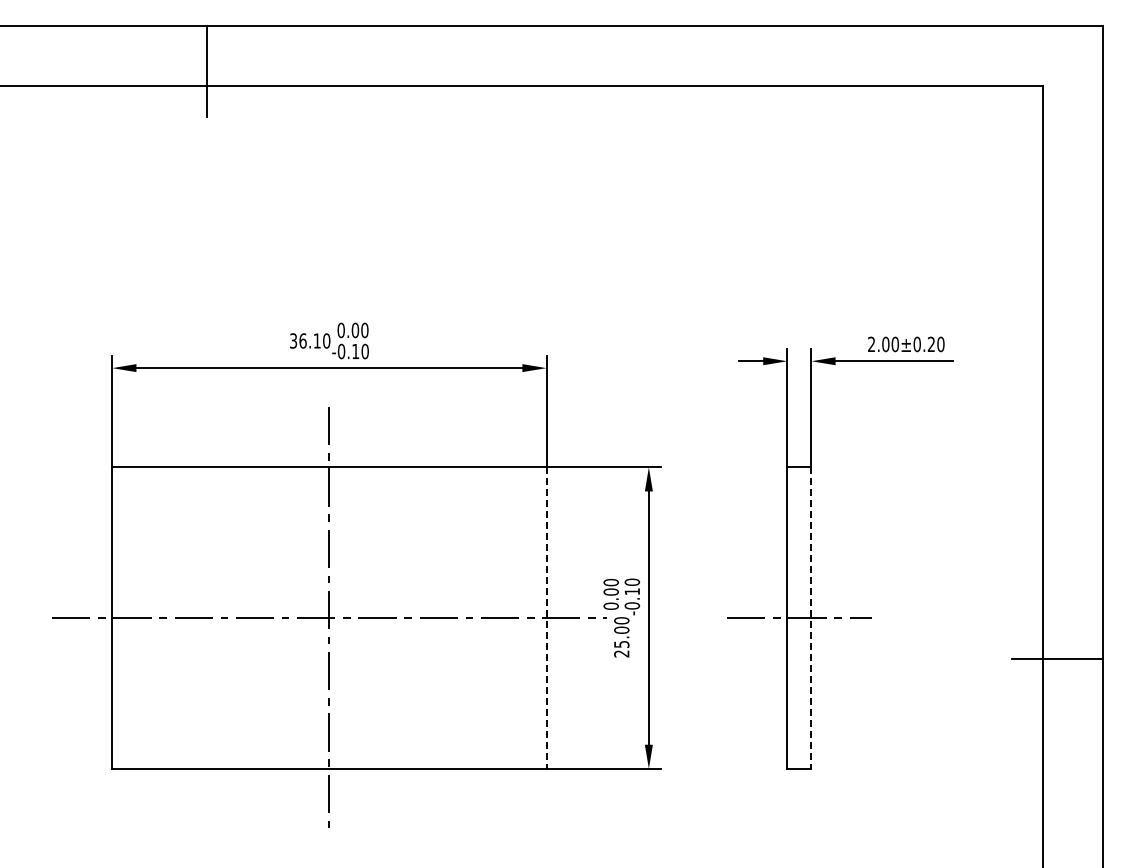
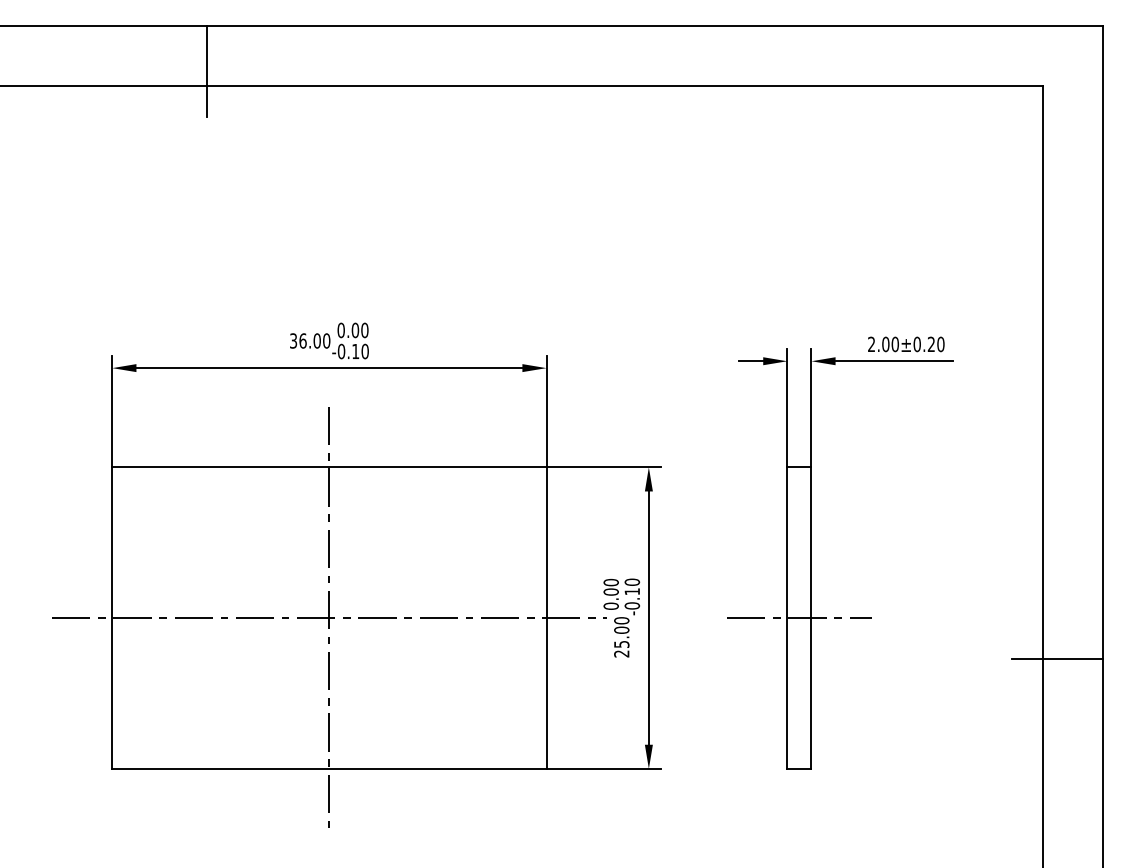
text at (316, 340): 36.10 -> 36.00
line at (546, 618): dashed -> solid
line at (811, 618): dashed -> solid
